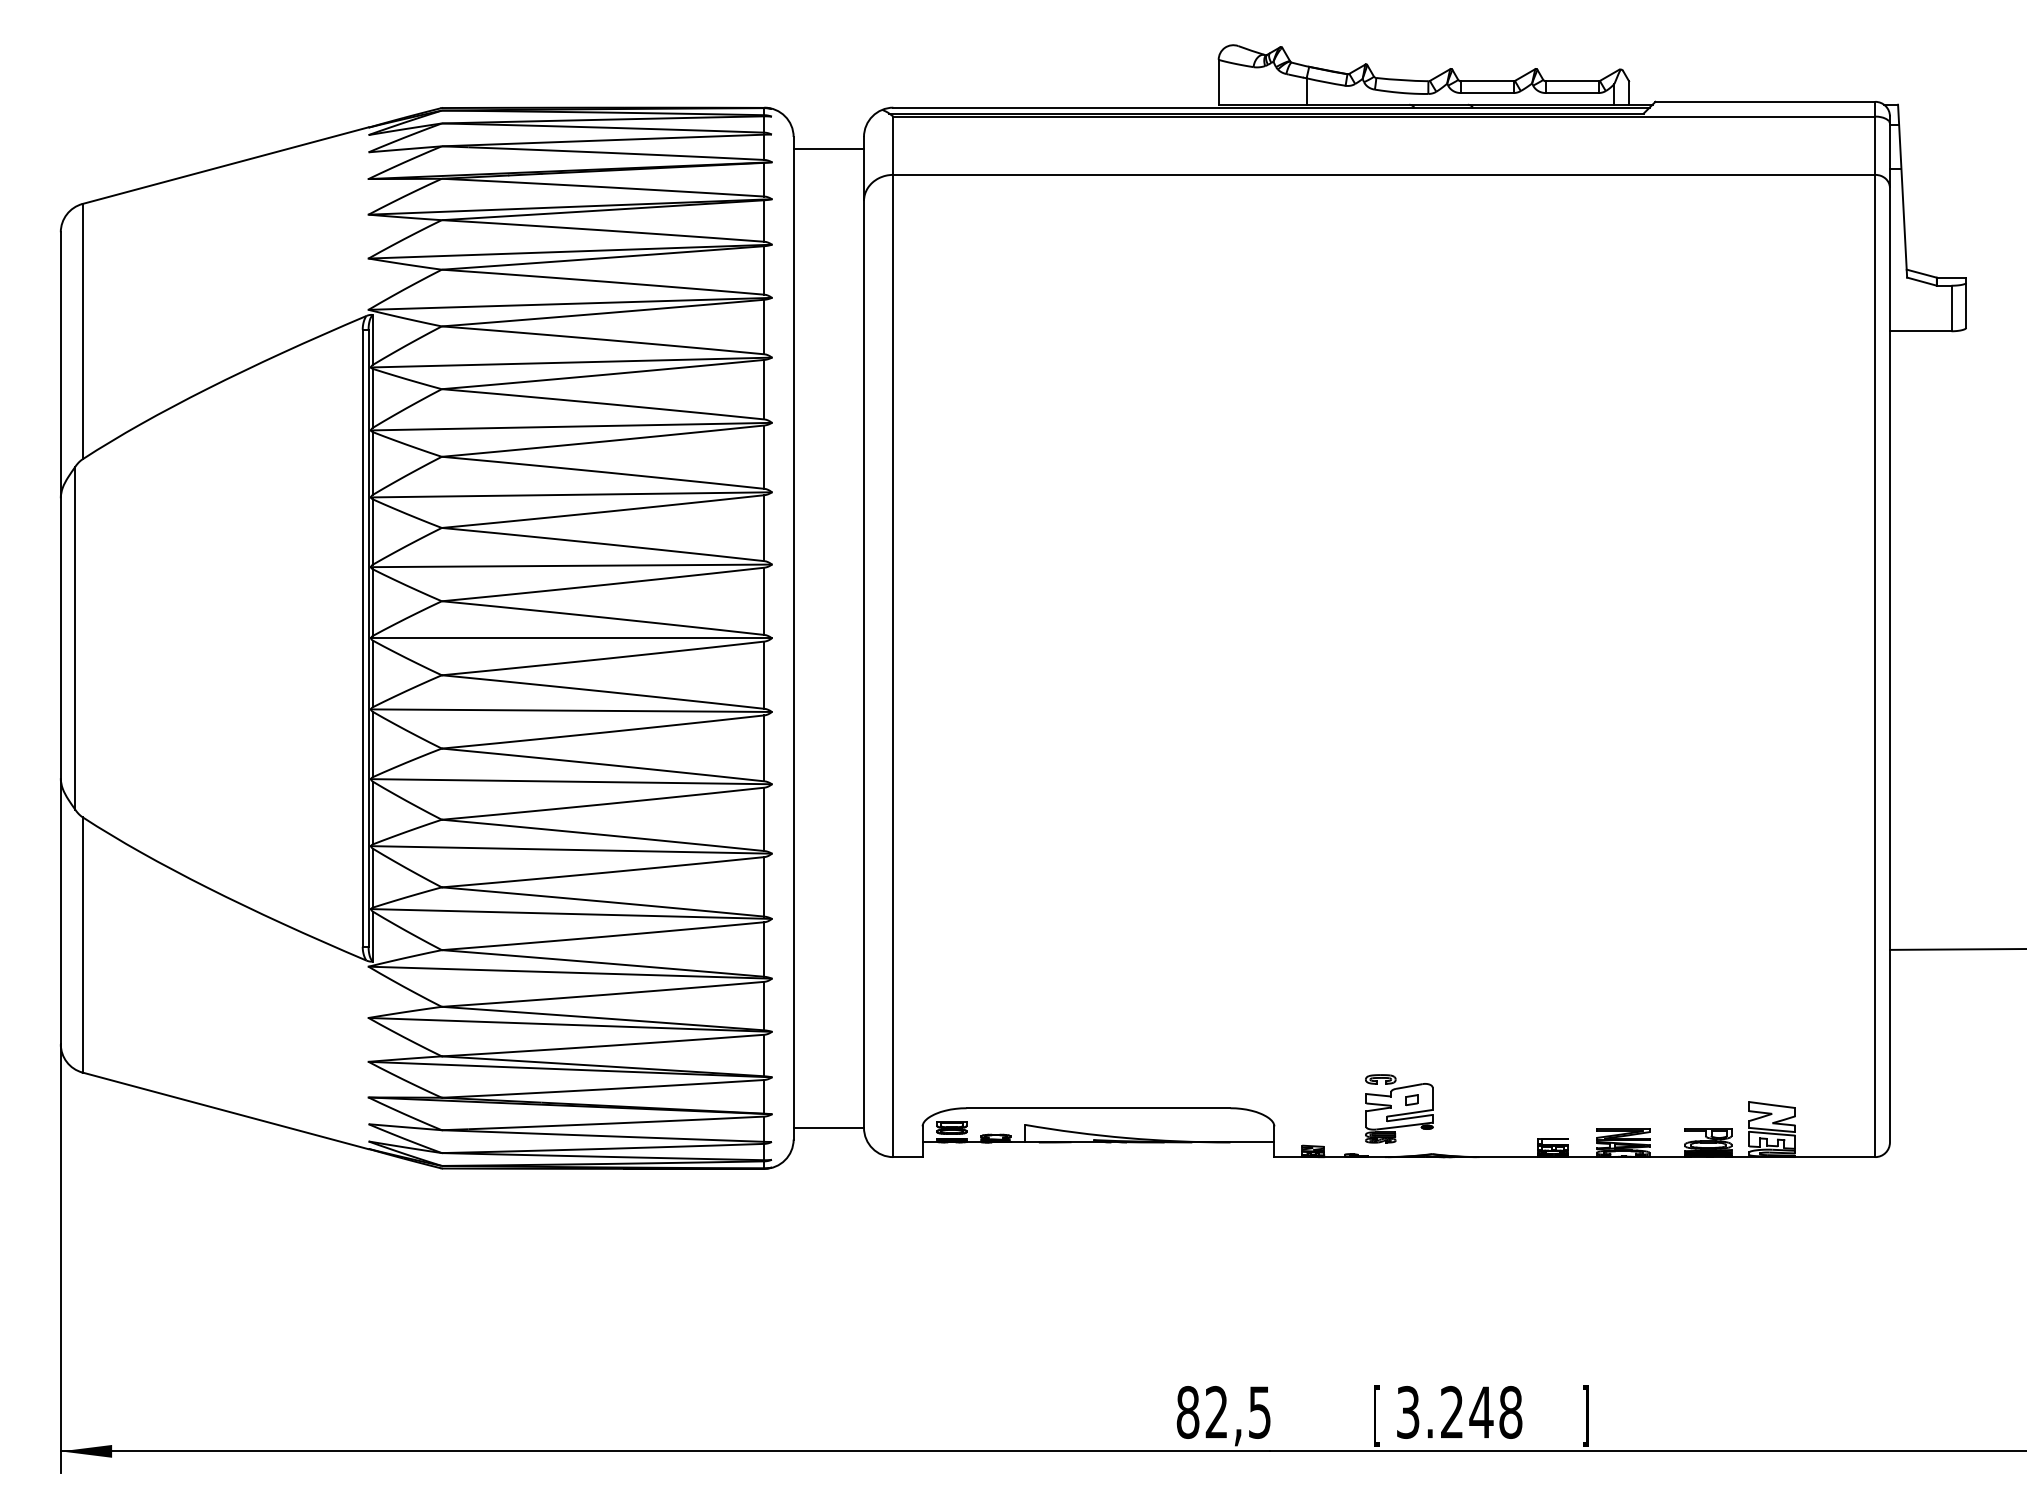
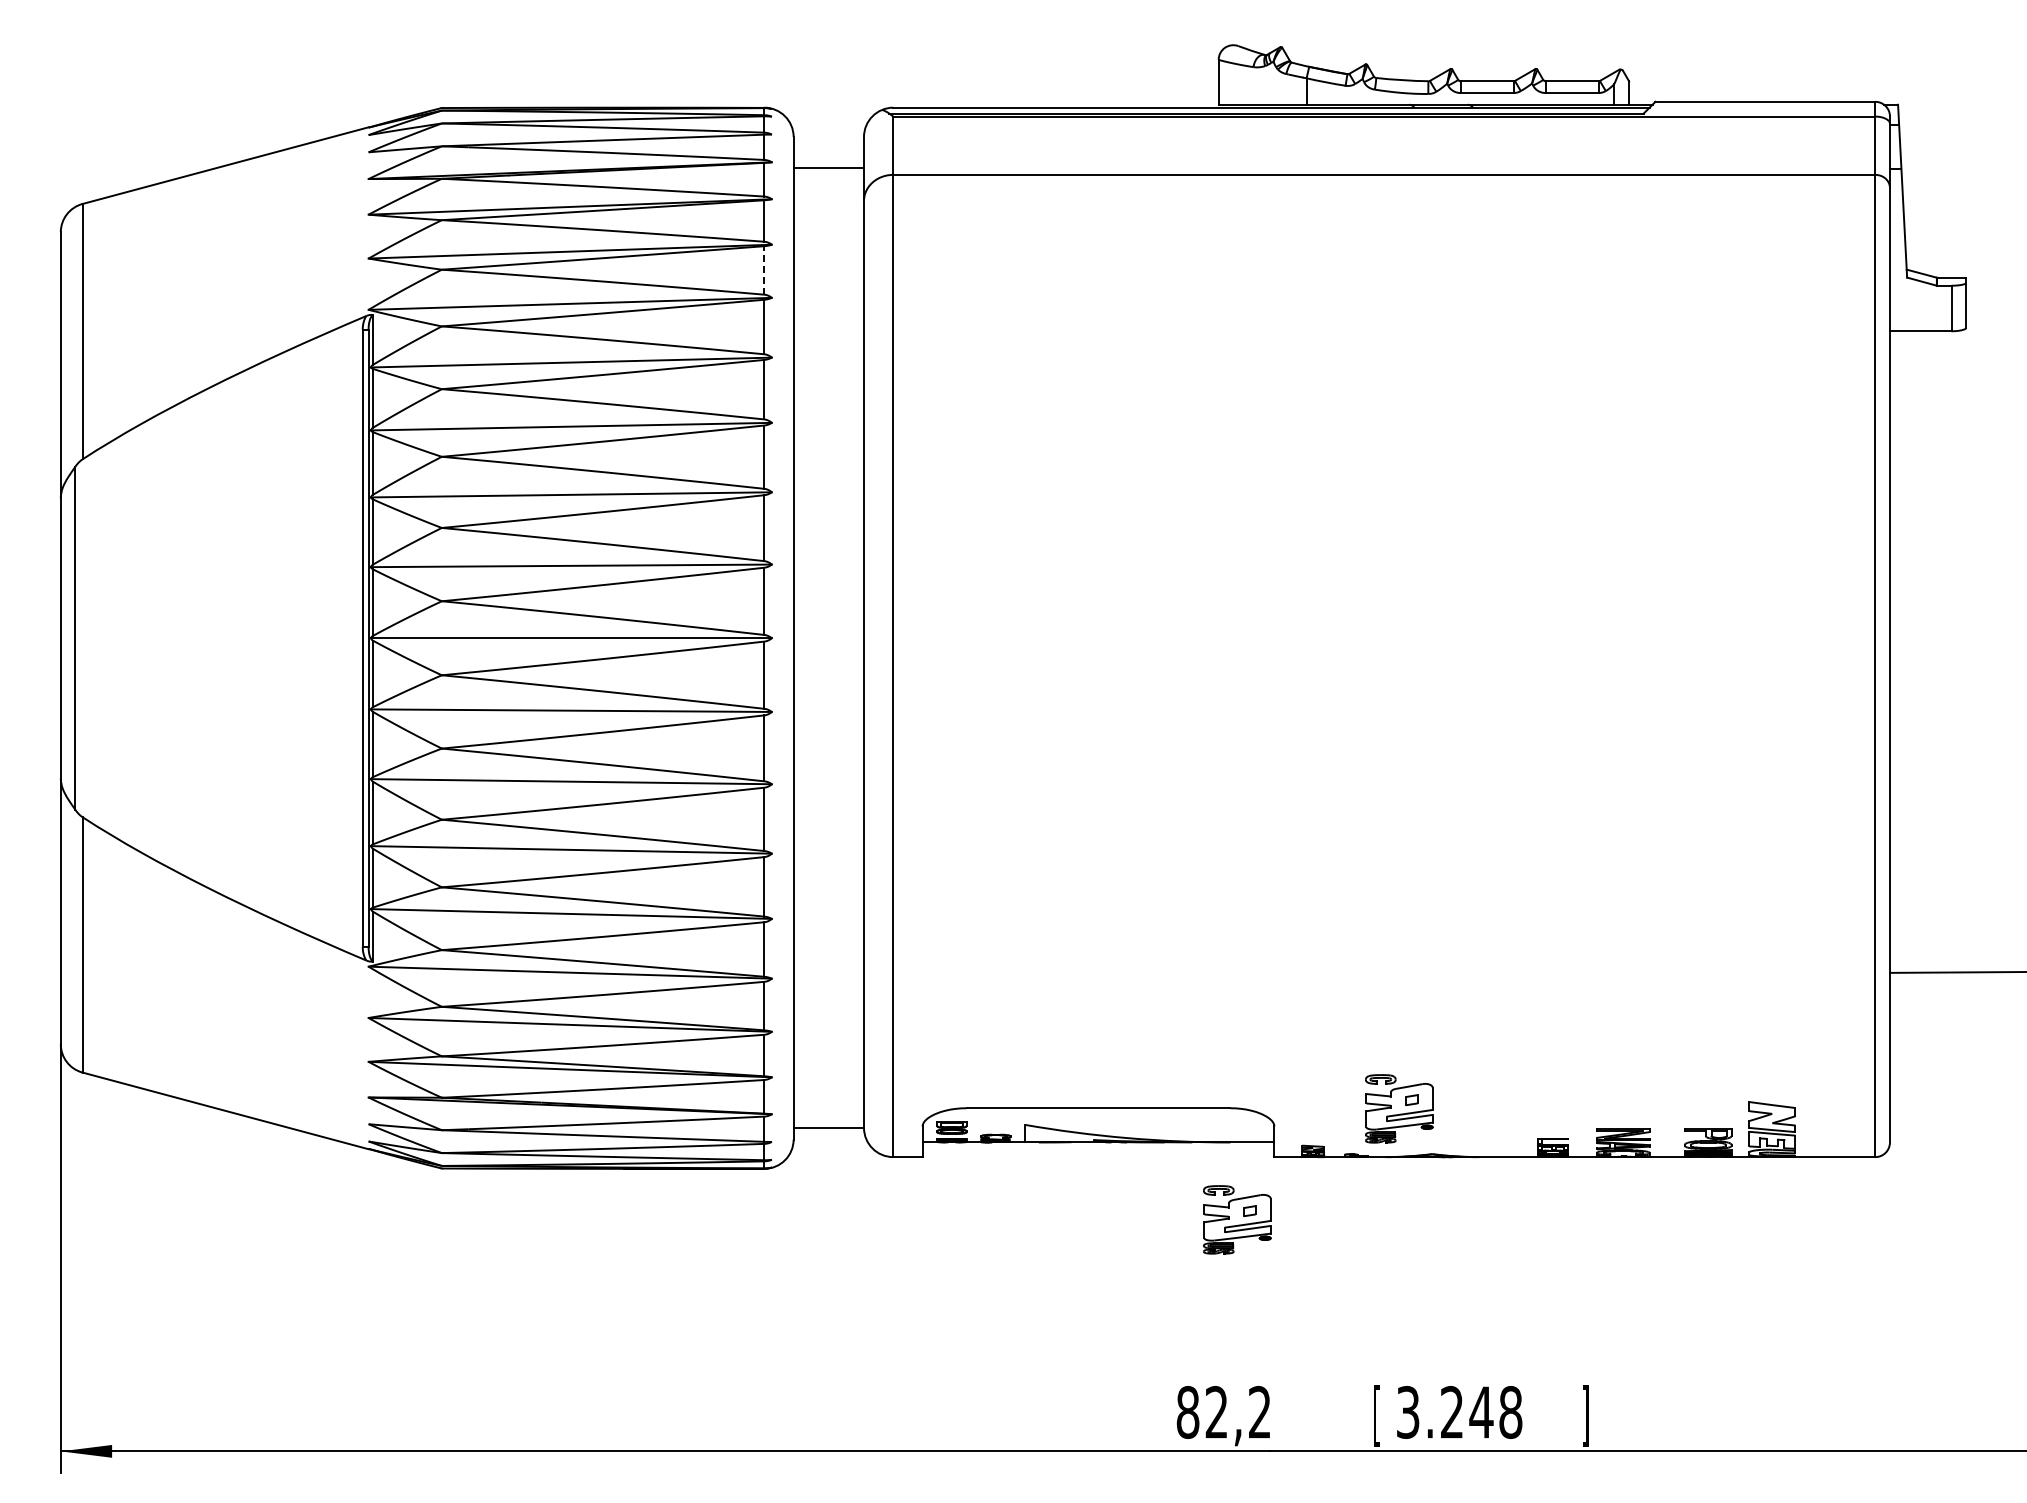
line at (828, 148) position: (828, 148) -> (828, 167)
line at (764, 269): solid -> dashed
line at (1956, 949) position: (1956, 949) -> (1956, 972)
part at (1237, 1219): none -> present
text at (1259, 1411): 82,5 -> 82,2
